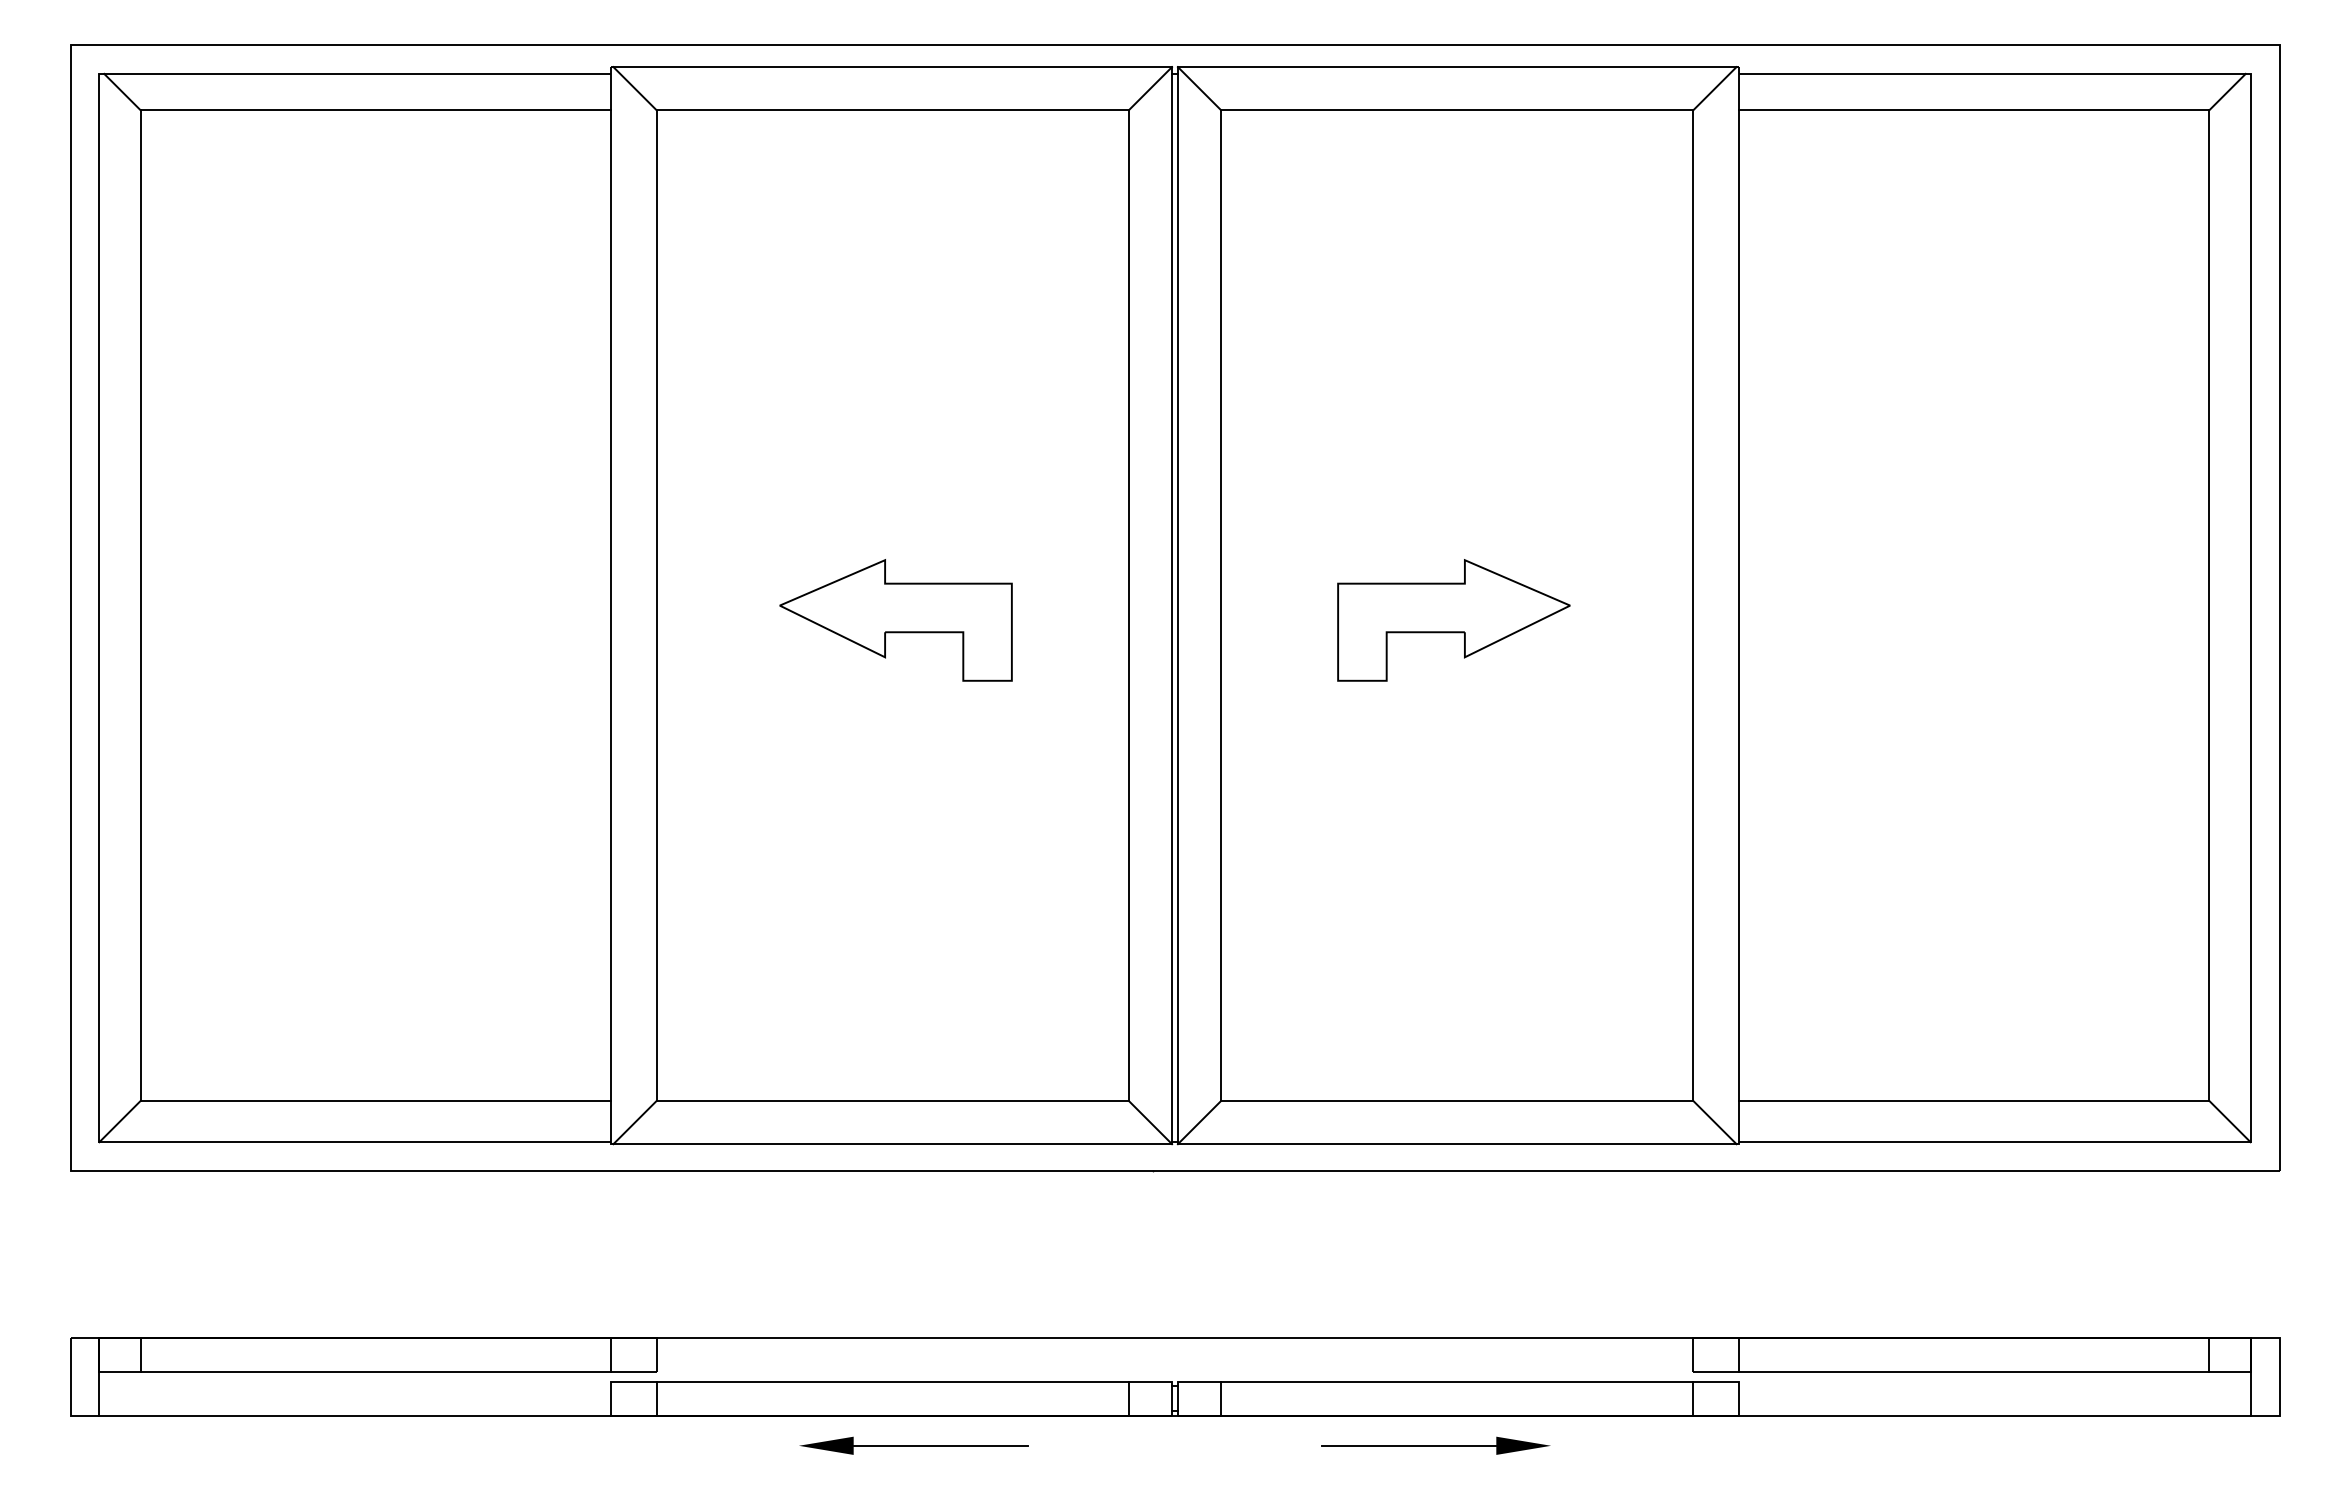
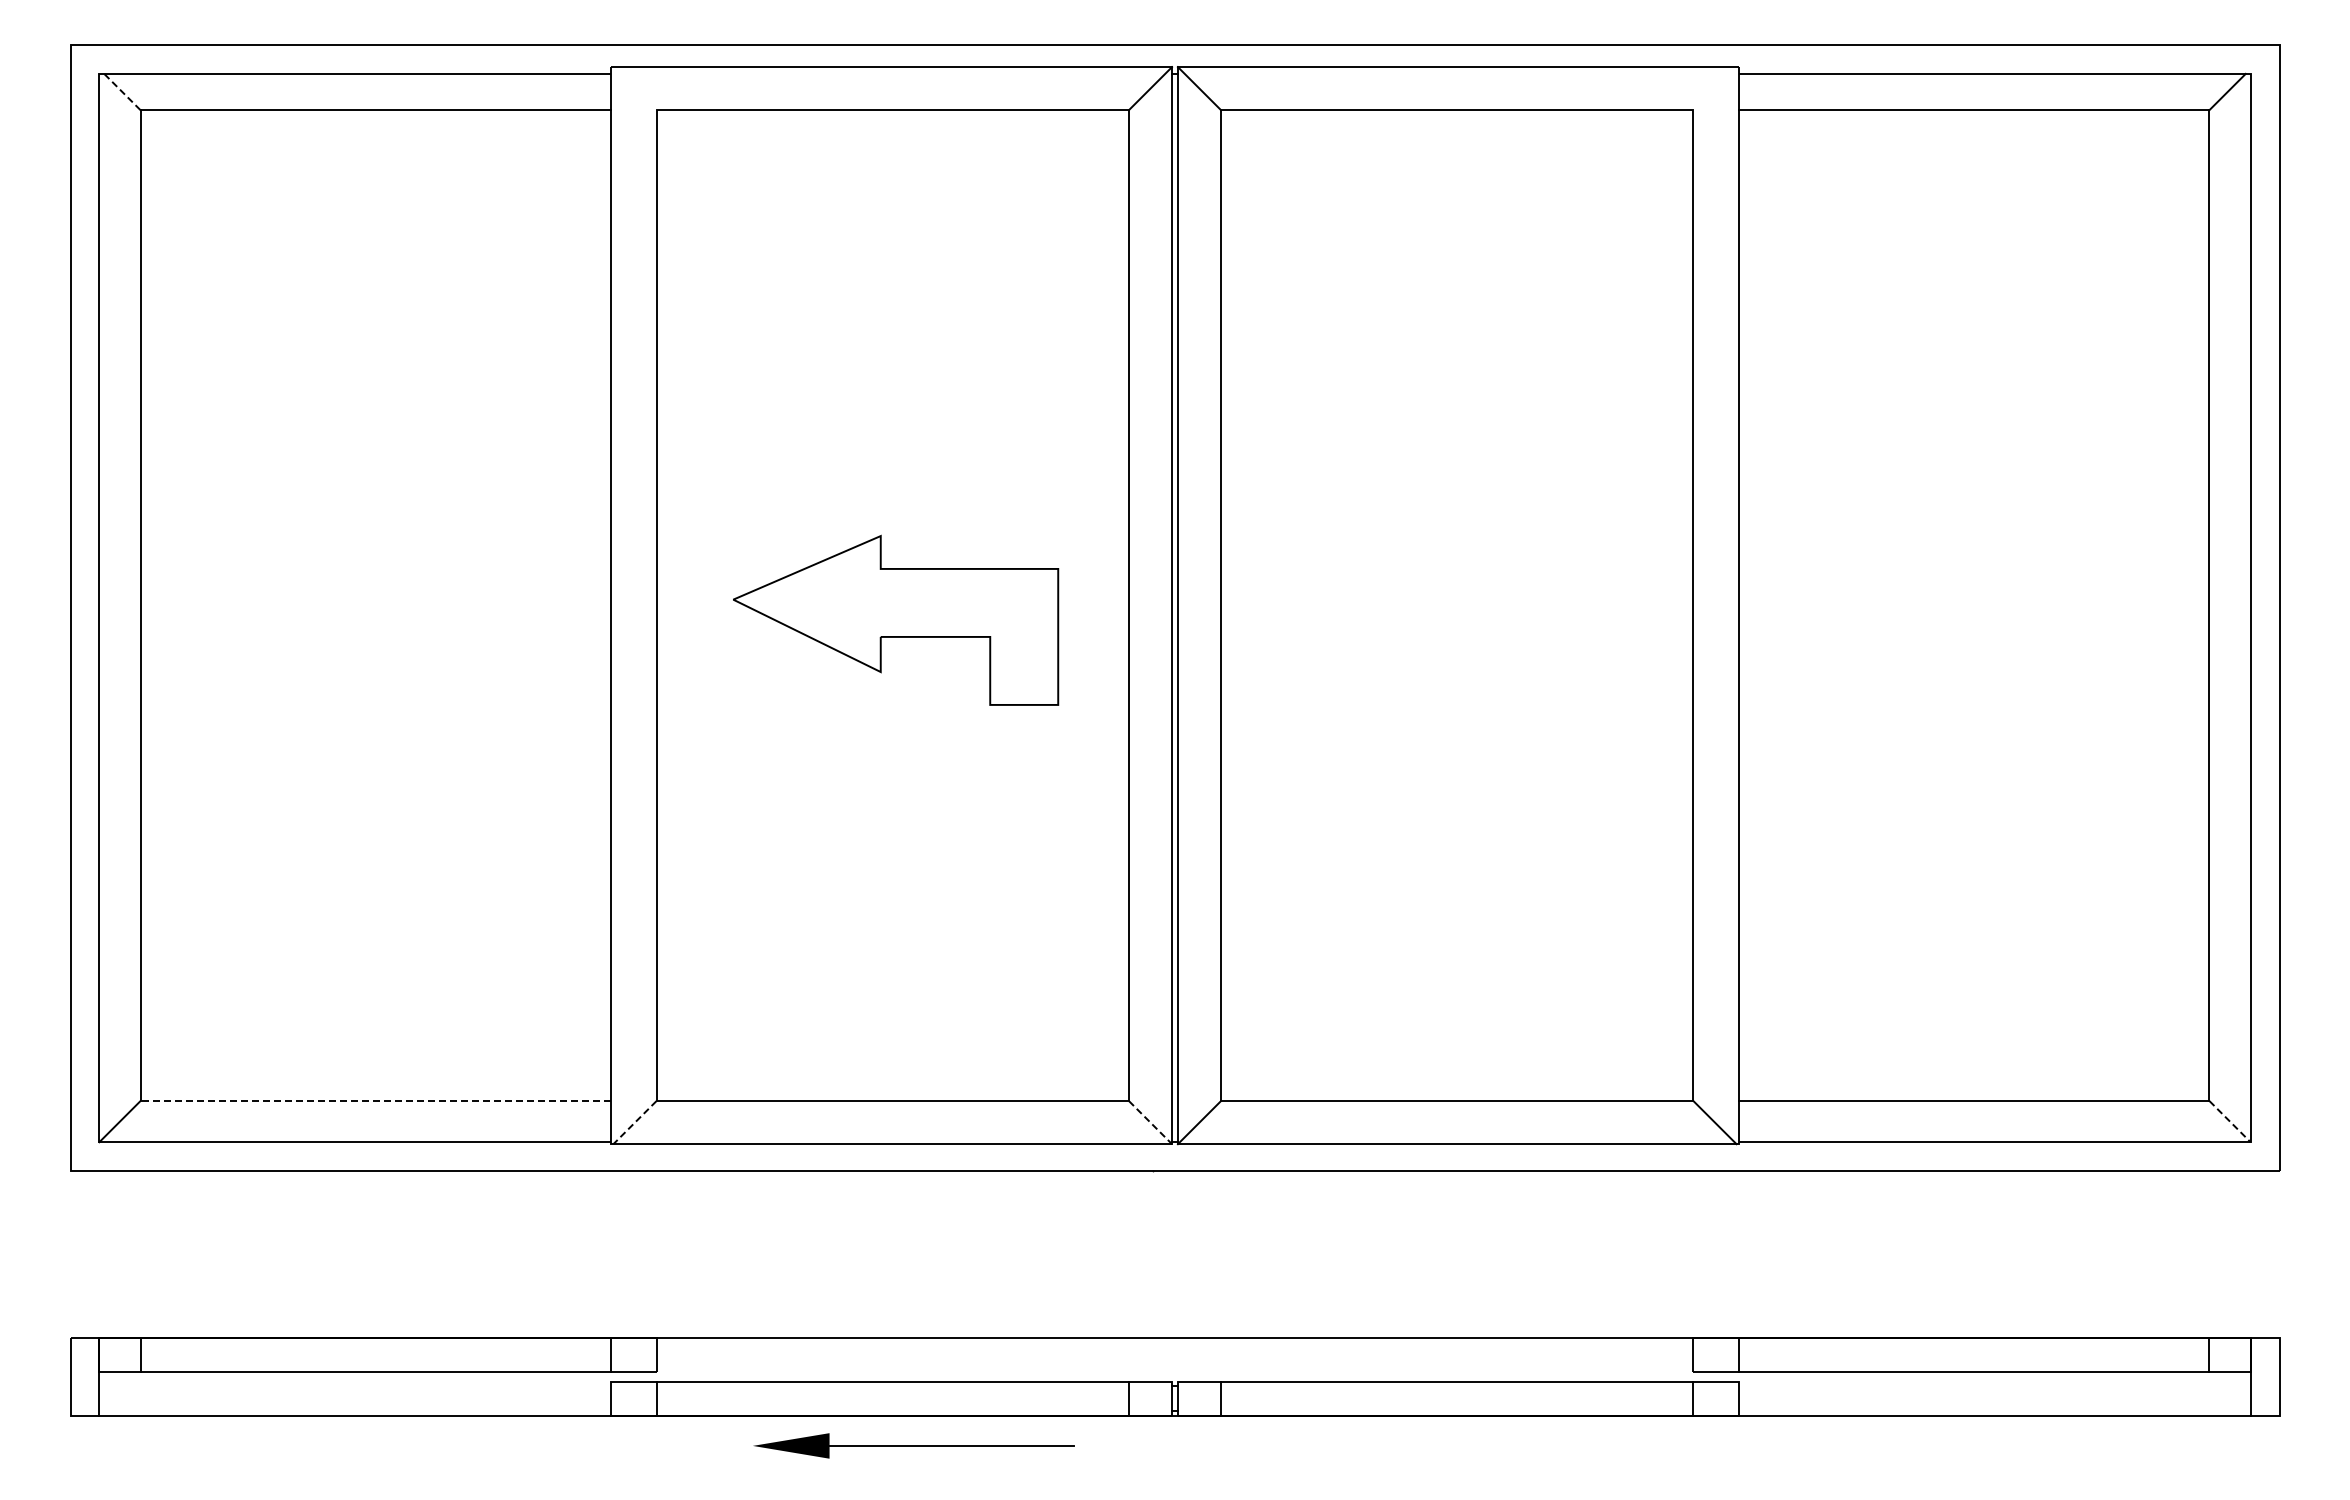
line at (634, 88): present -> none
line at (1714, 88): present -> none
line at (122, 92): solid -> dashed
part at (895, 620) size: 234x123 px -> 327x172 px
part at (1453, 620): present -> none
line at (375, 1101): solid -> dashed
line at (2230, 1121): solid -> dashed
line at (634, 1122): solid -> dashed
line at (1150, 1122): solid -> dashed
part at (913, 1445) size: 230x19 px -> 322x26 px
part at (1435, 1445): present -> none
